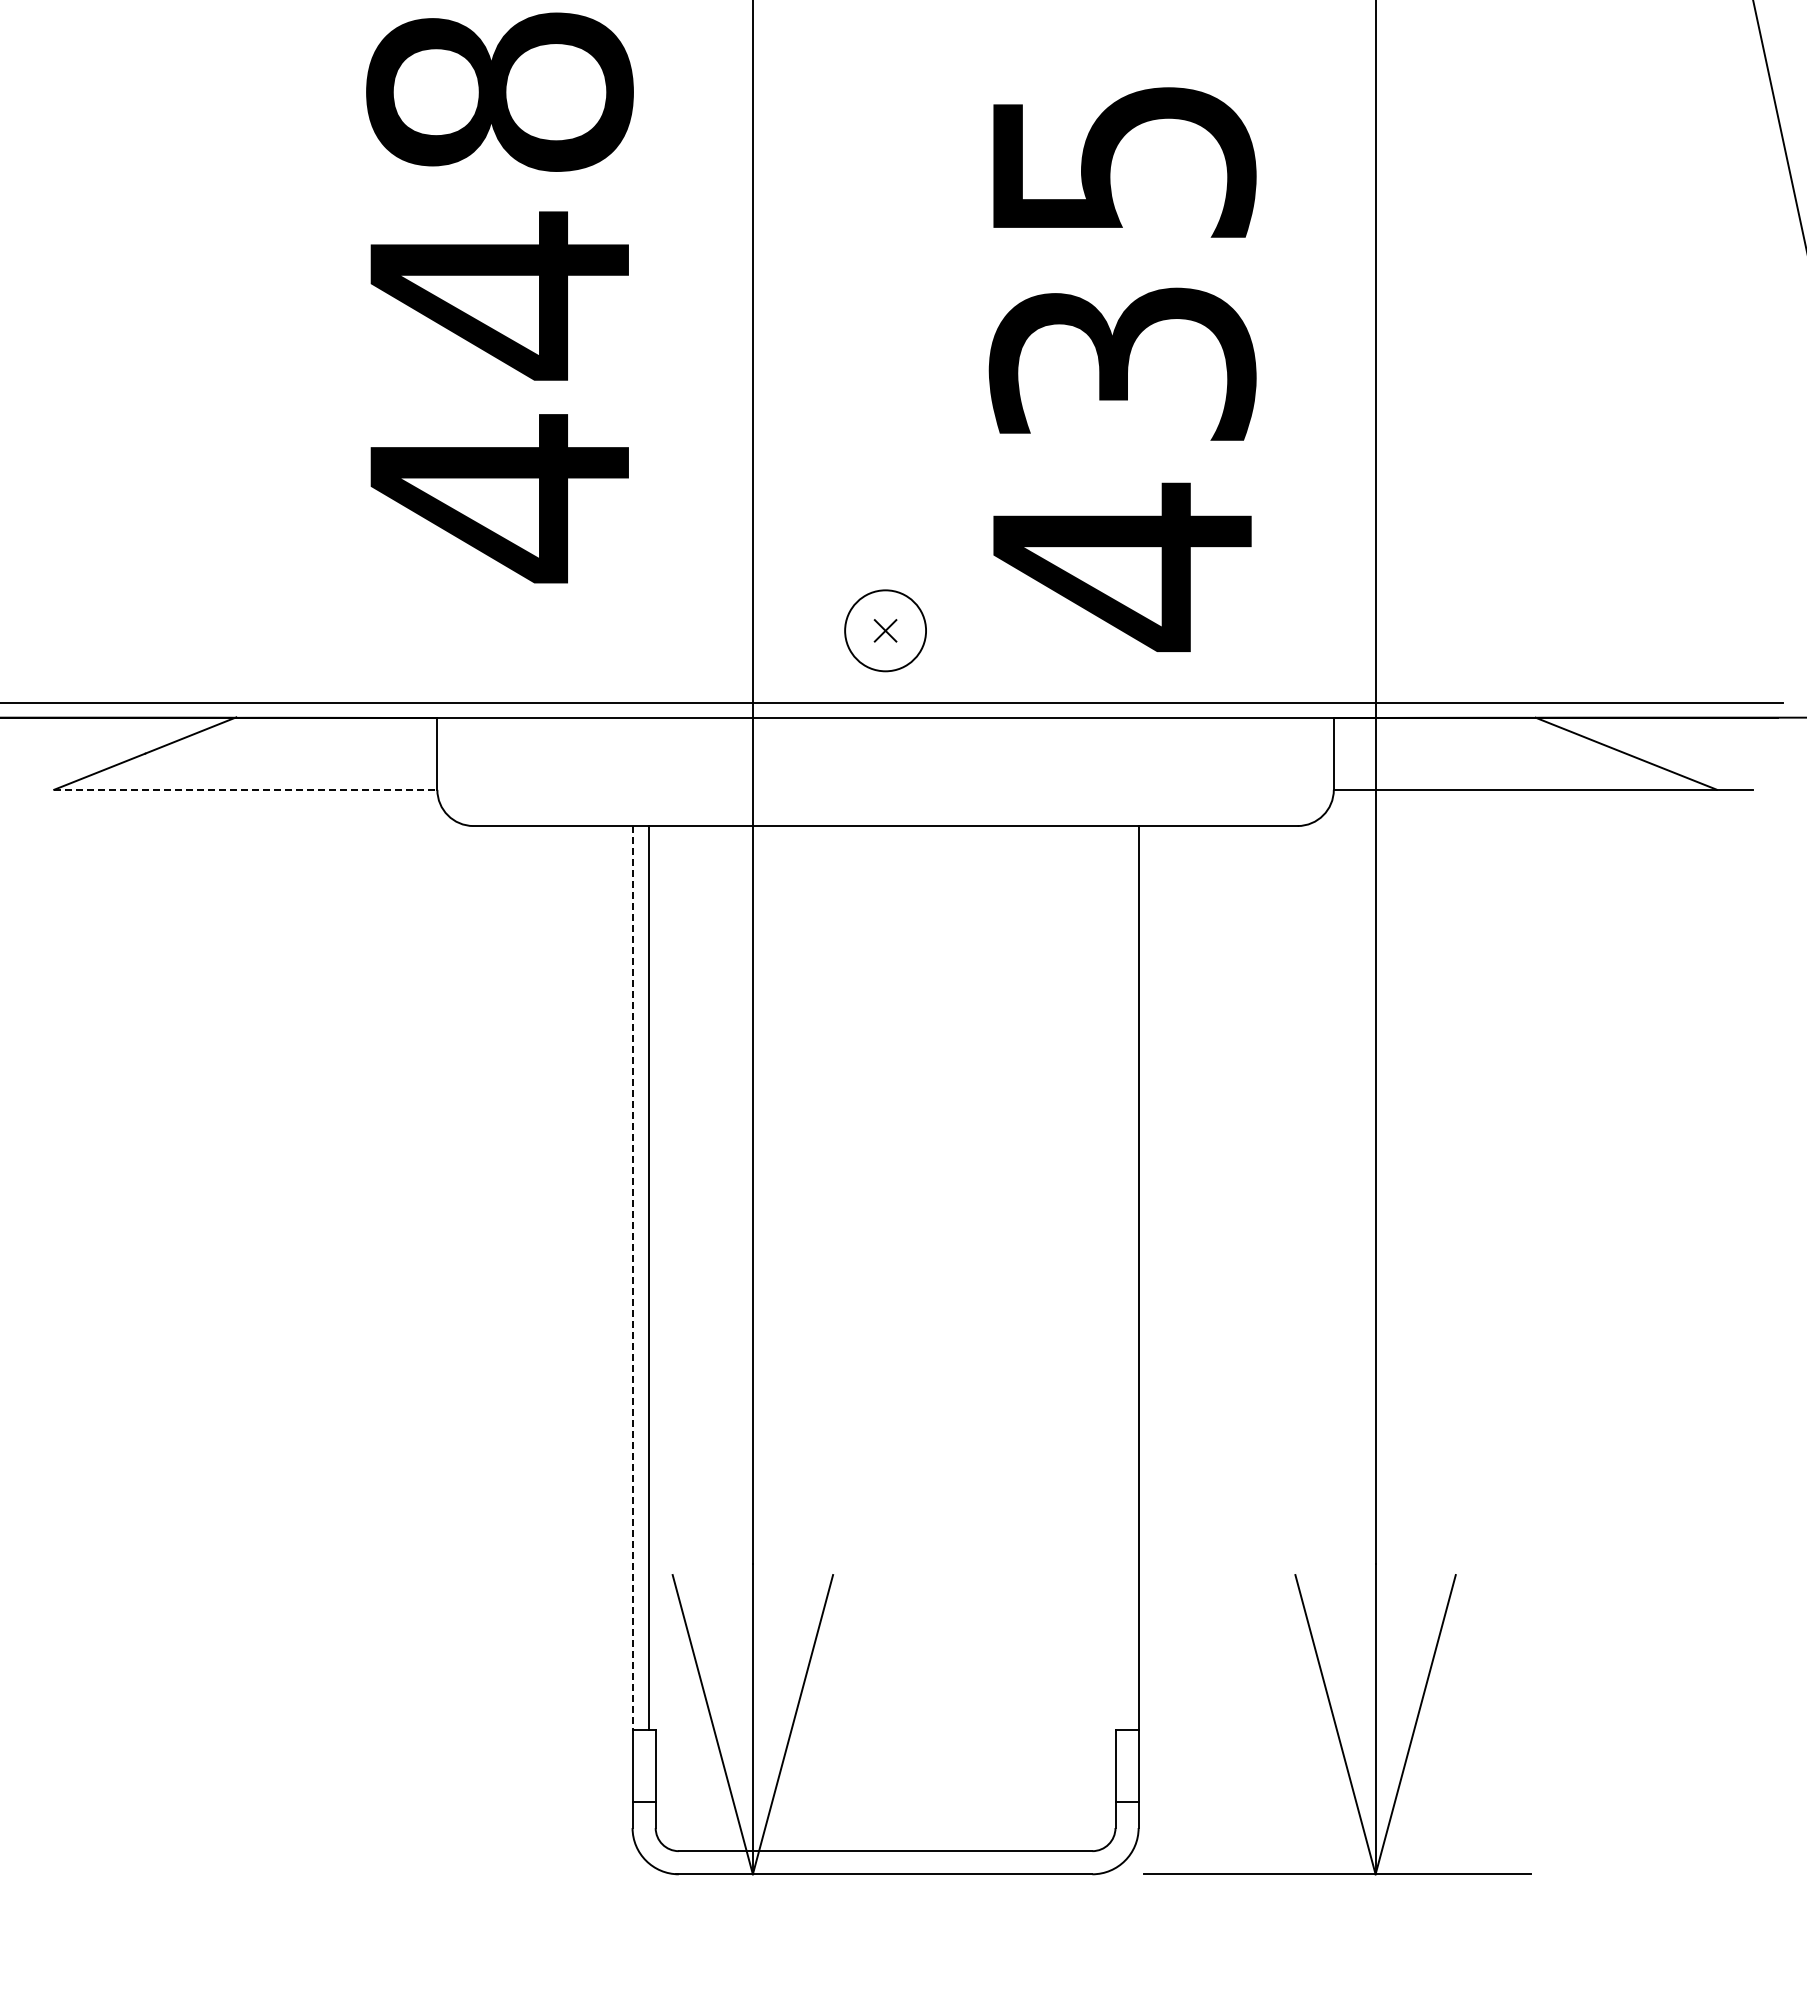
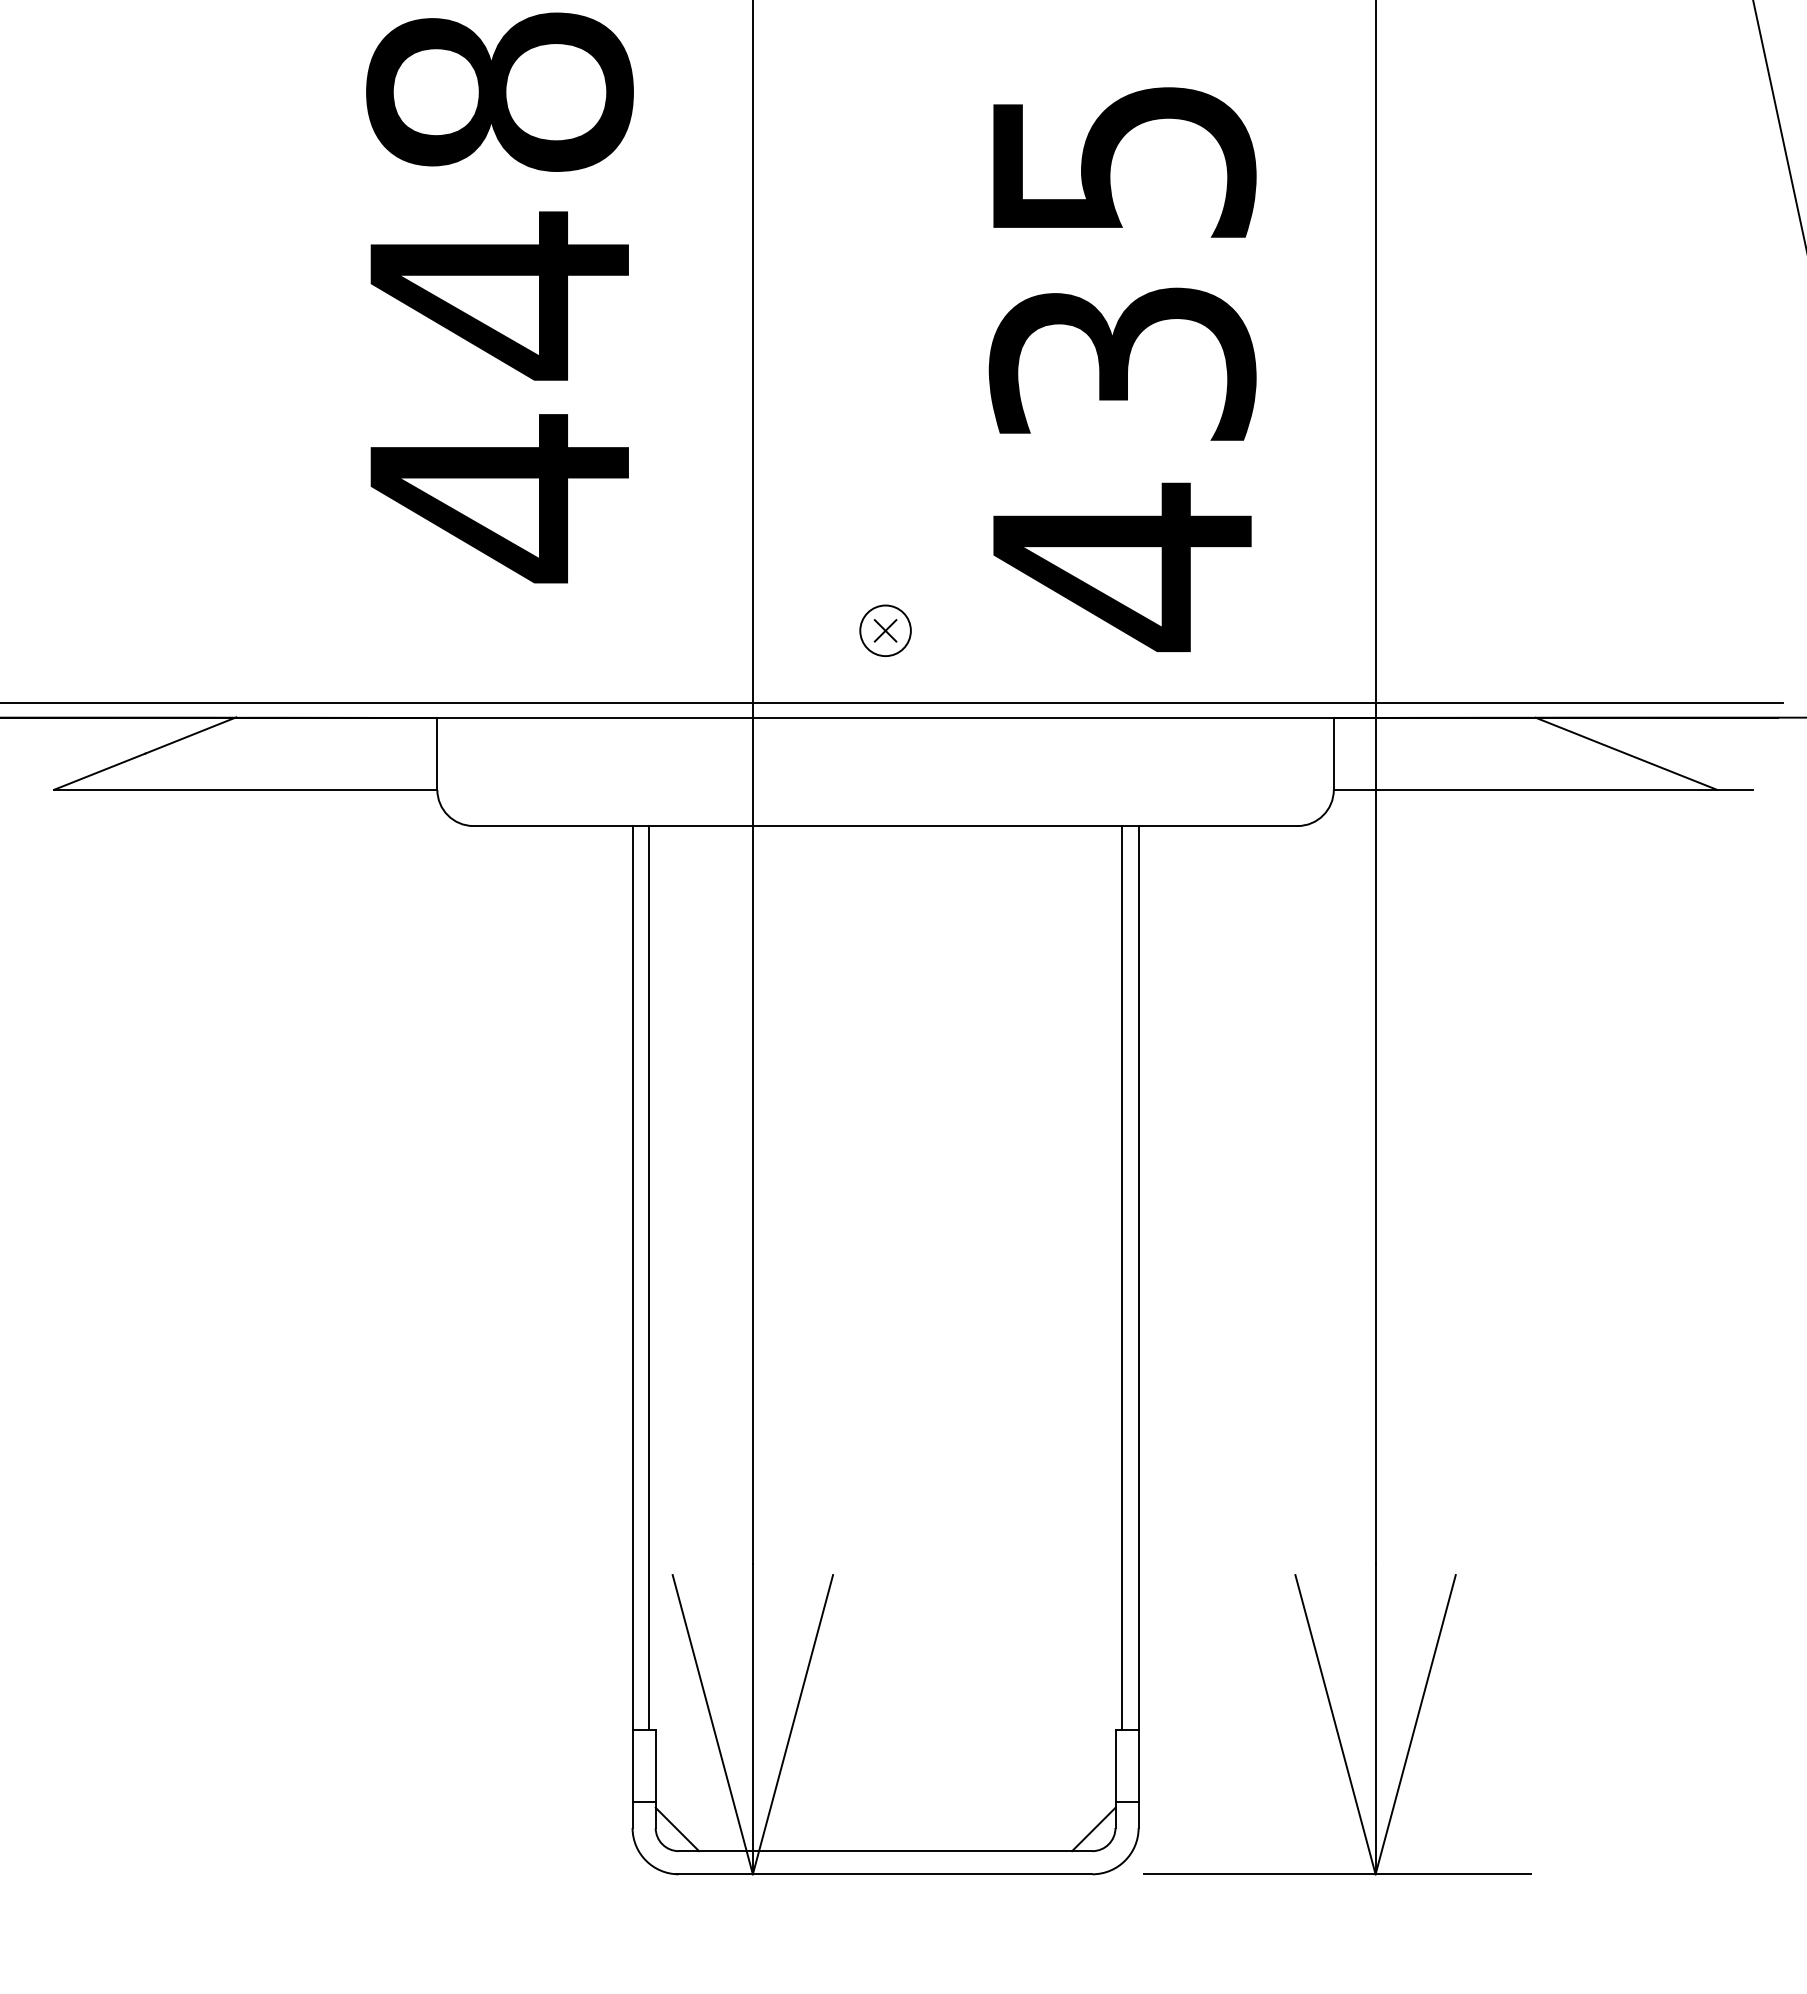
circle at (885, 630) diameter: 81 px -> 51 px
line at (245, 789): dashed -> solid
line at (632, 1277): dashed -> solid
line at (1122, 1277): none -> present
line at (677, 1829): none -> present
line at (1093, 1829): none -> present
